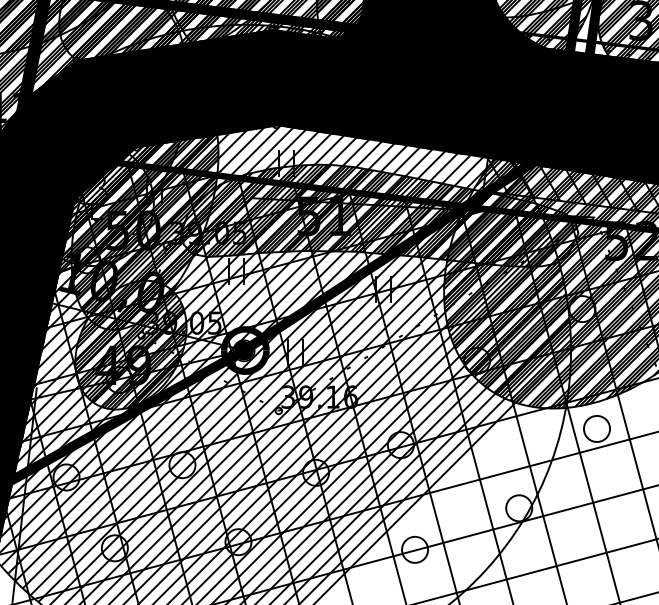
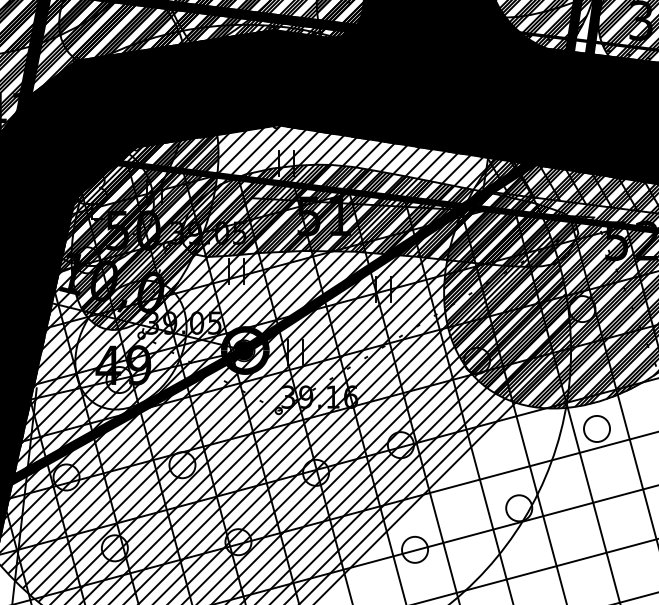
hatch at (130, 344): present -> none
